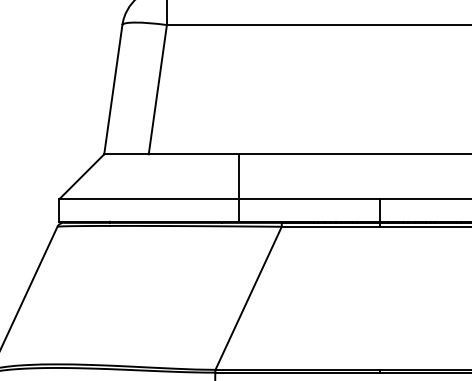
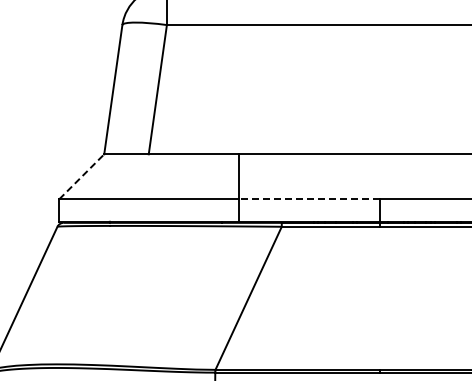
line at (81, 176): solid -> dashed
line at (308, 199): solid -> dashed
